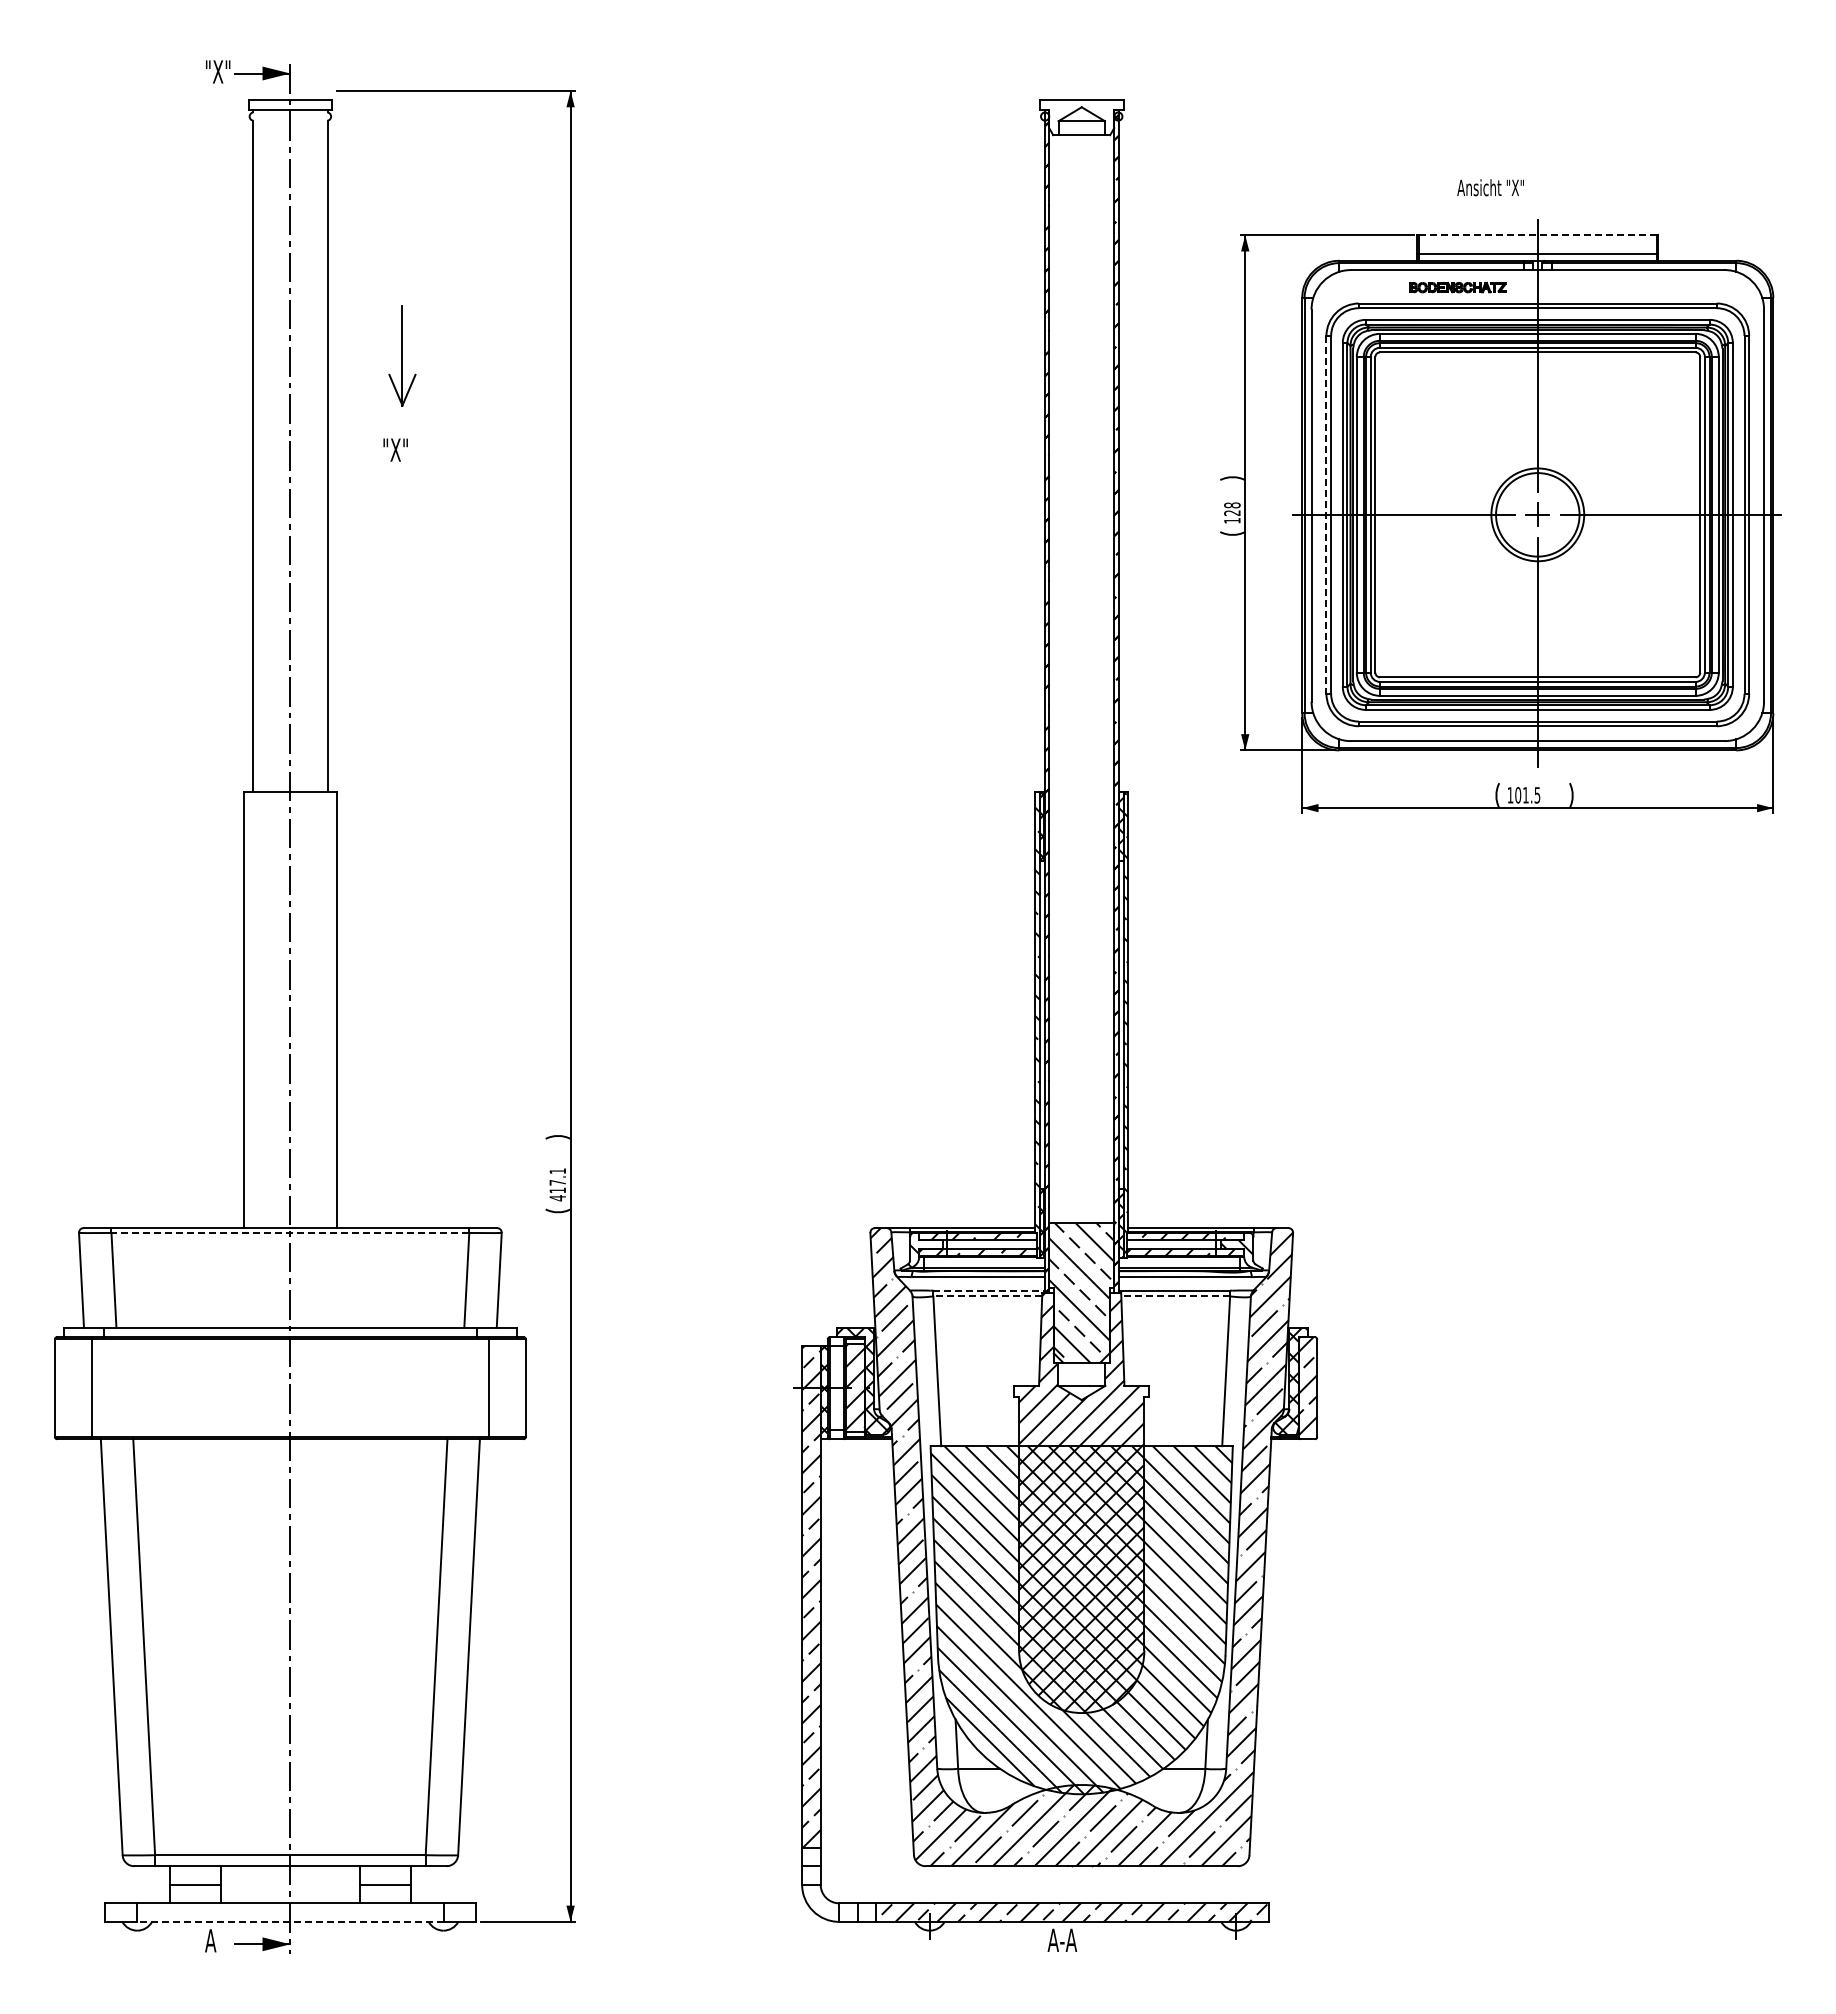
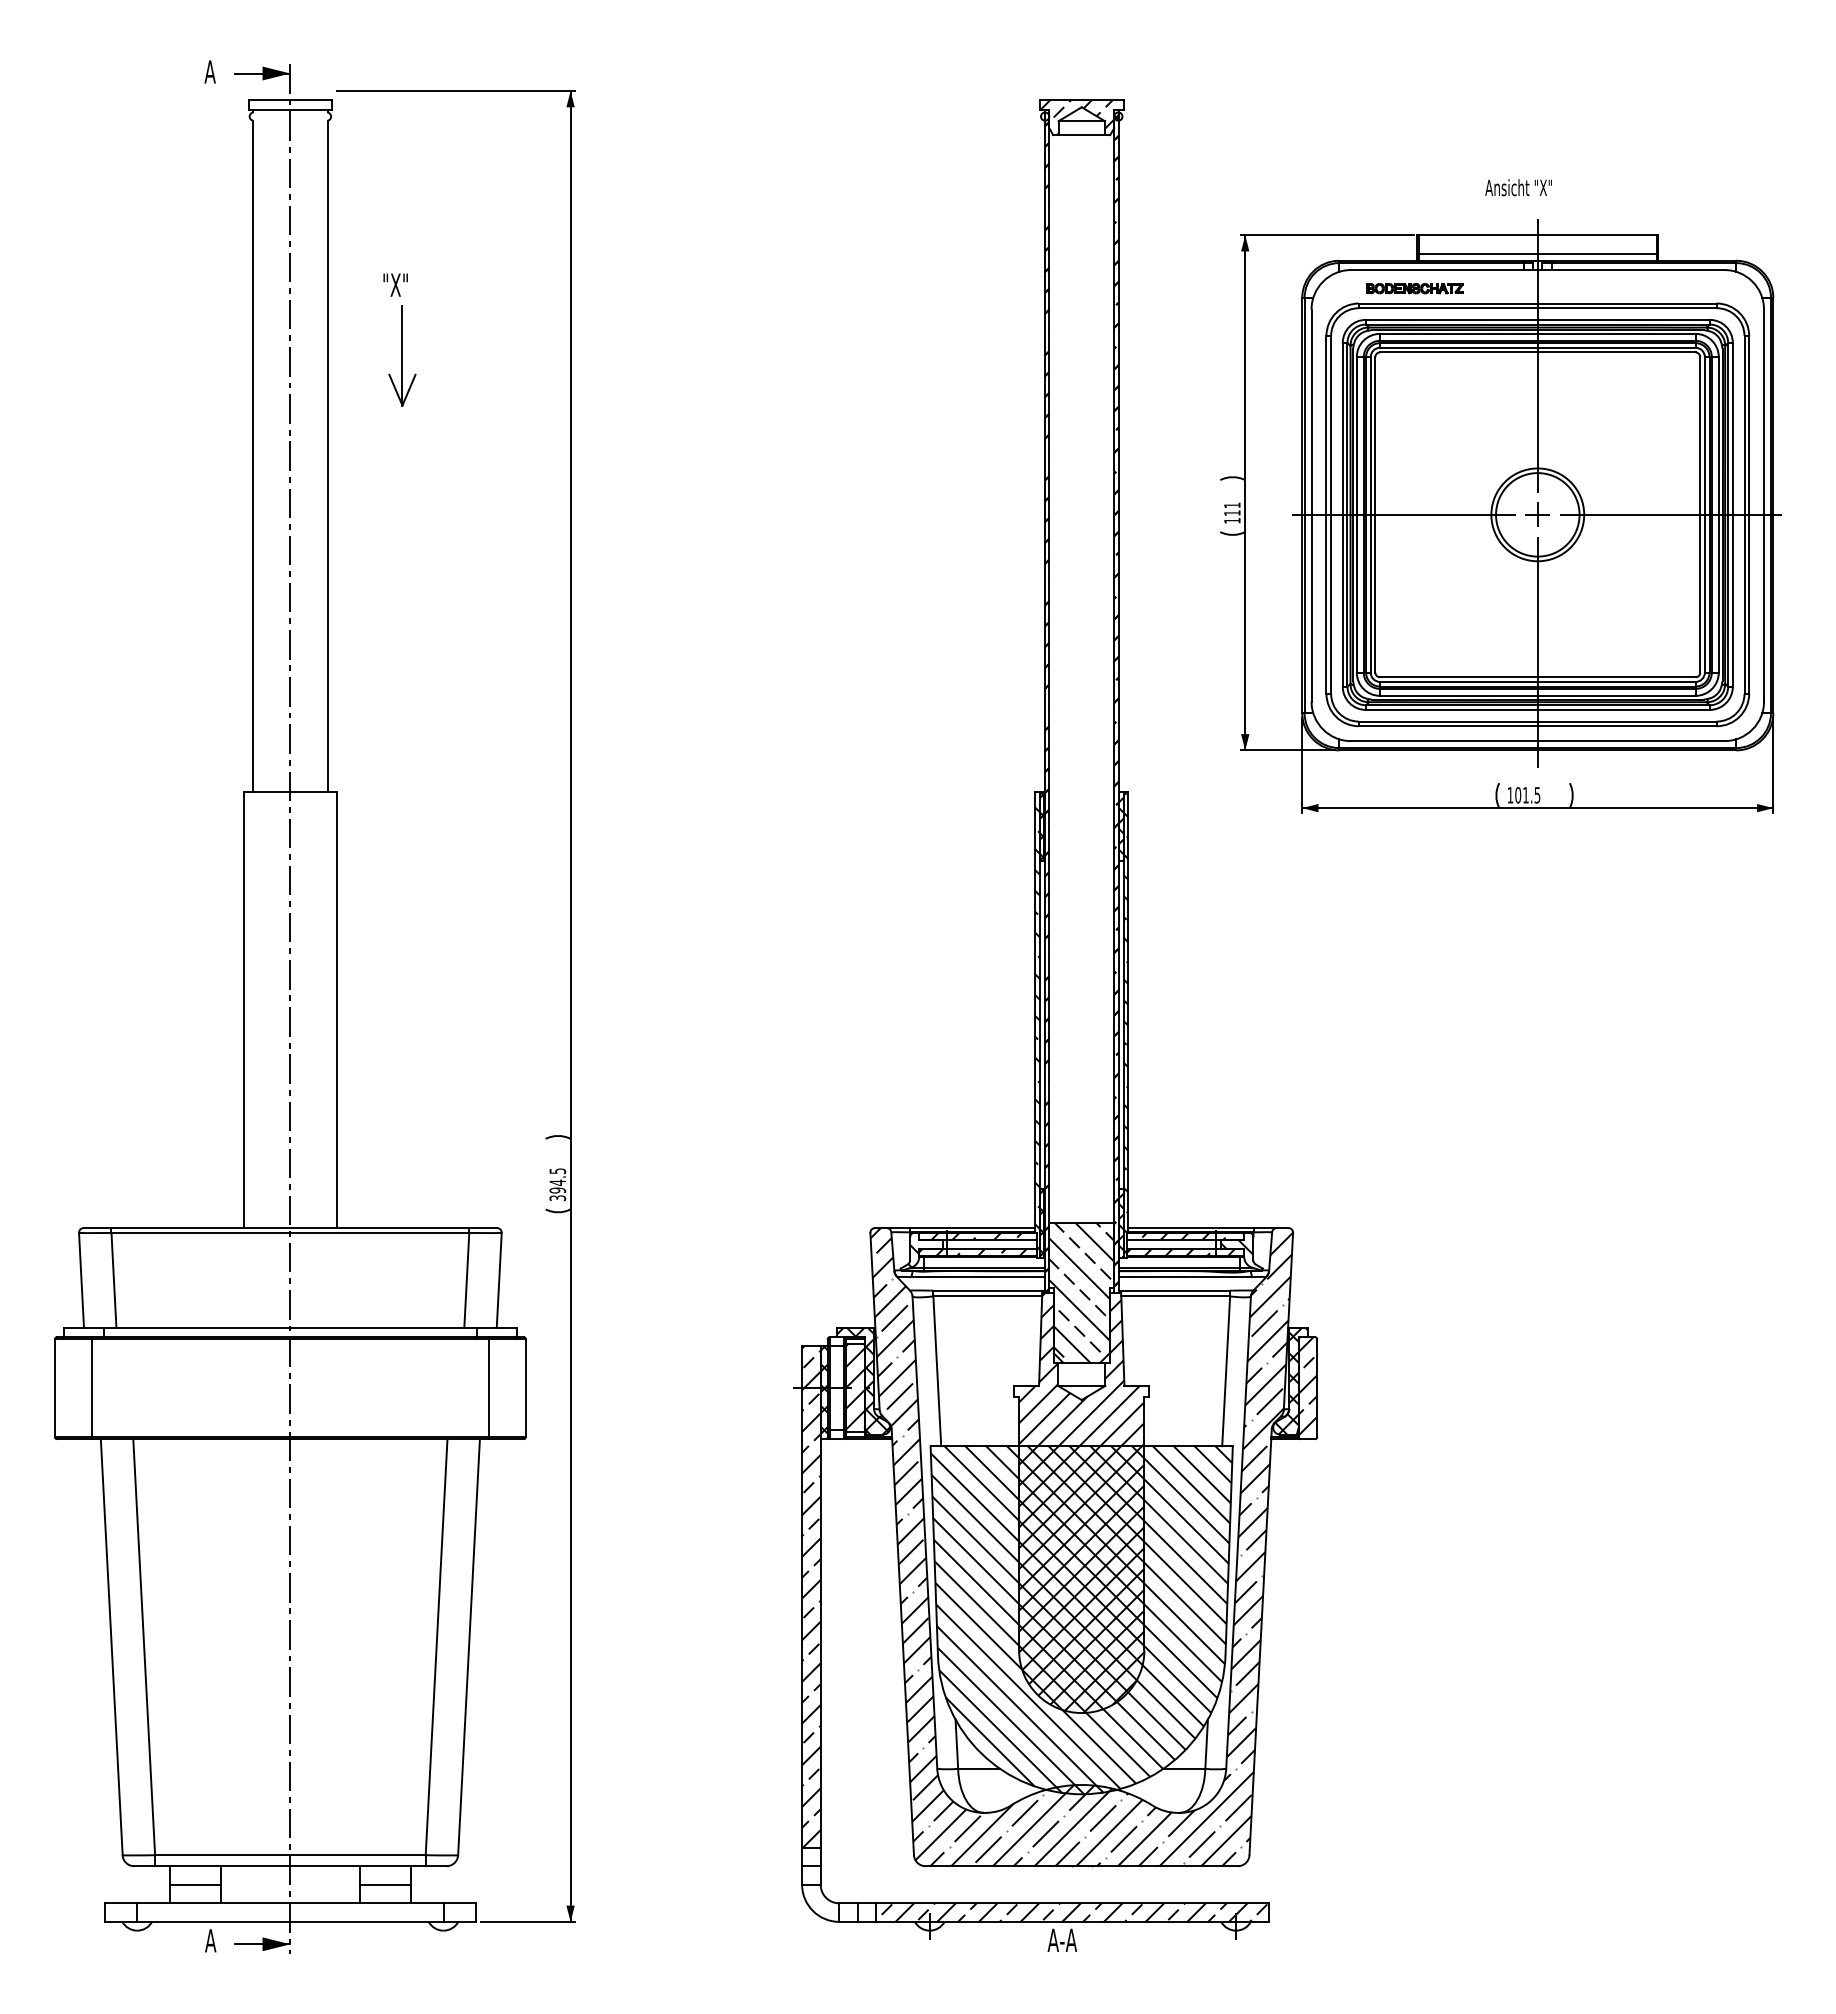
text at (217, 71): "X" -> A
hatch at (1077, 117): none -> present
text at (1490, 187) position: (1490, 187) -> (1518, 187)
line at (1537, 235): dashed -> solid
part at (1457, 287) position: (1457, 287) -> (1414, 288)
text at (395, 449) position: (395, 449) -> (395, 284)
text at (1232, 509): 128 -> 111
line at (1326, 514): dashed -> solid
text at (557, 1184): 417.1 -> 394.5
line at (290, 1232): dashed -> solid
line at (989, 1290): dashed -> solid
line at (987, 1296): dashed -> solid
line at (1175, 1296): dashed -> solid
line at (289, 1921): dashed -> solid
